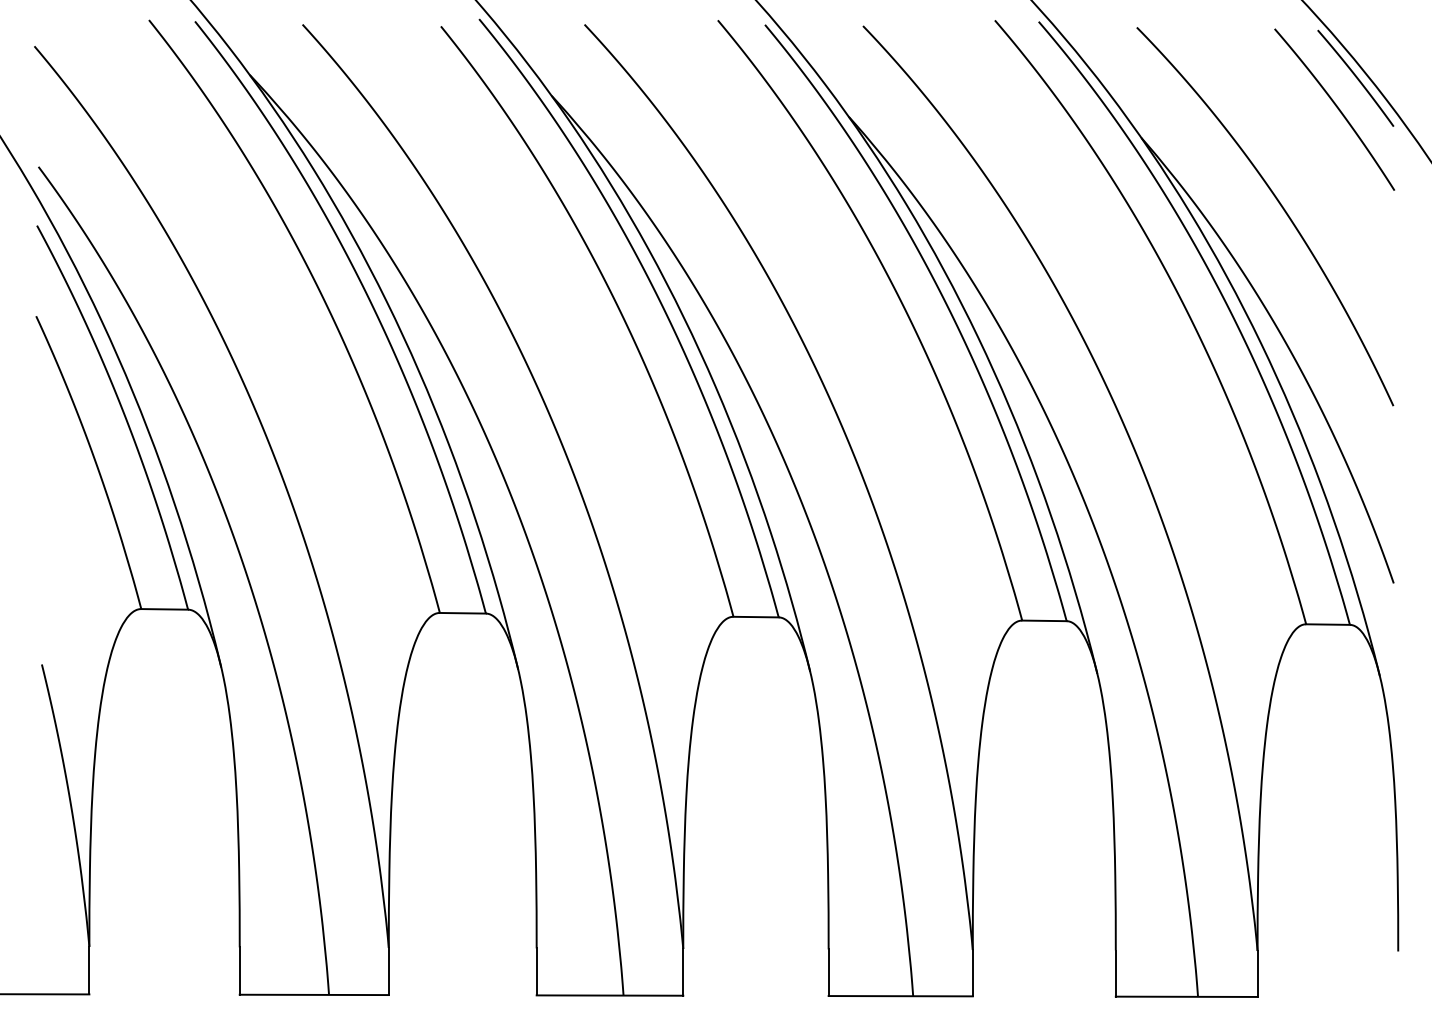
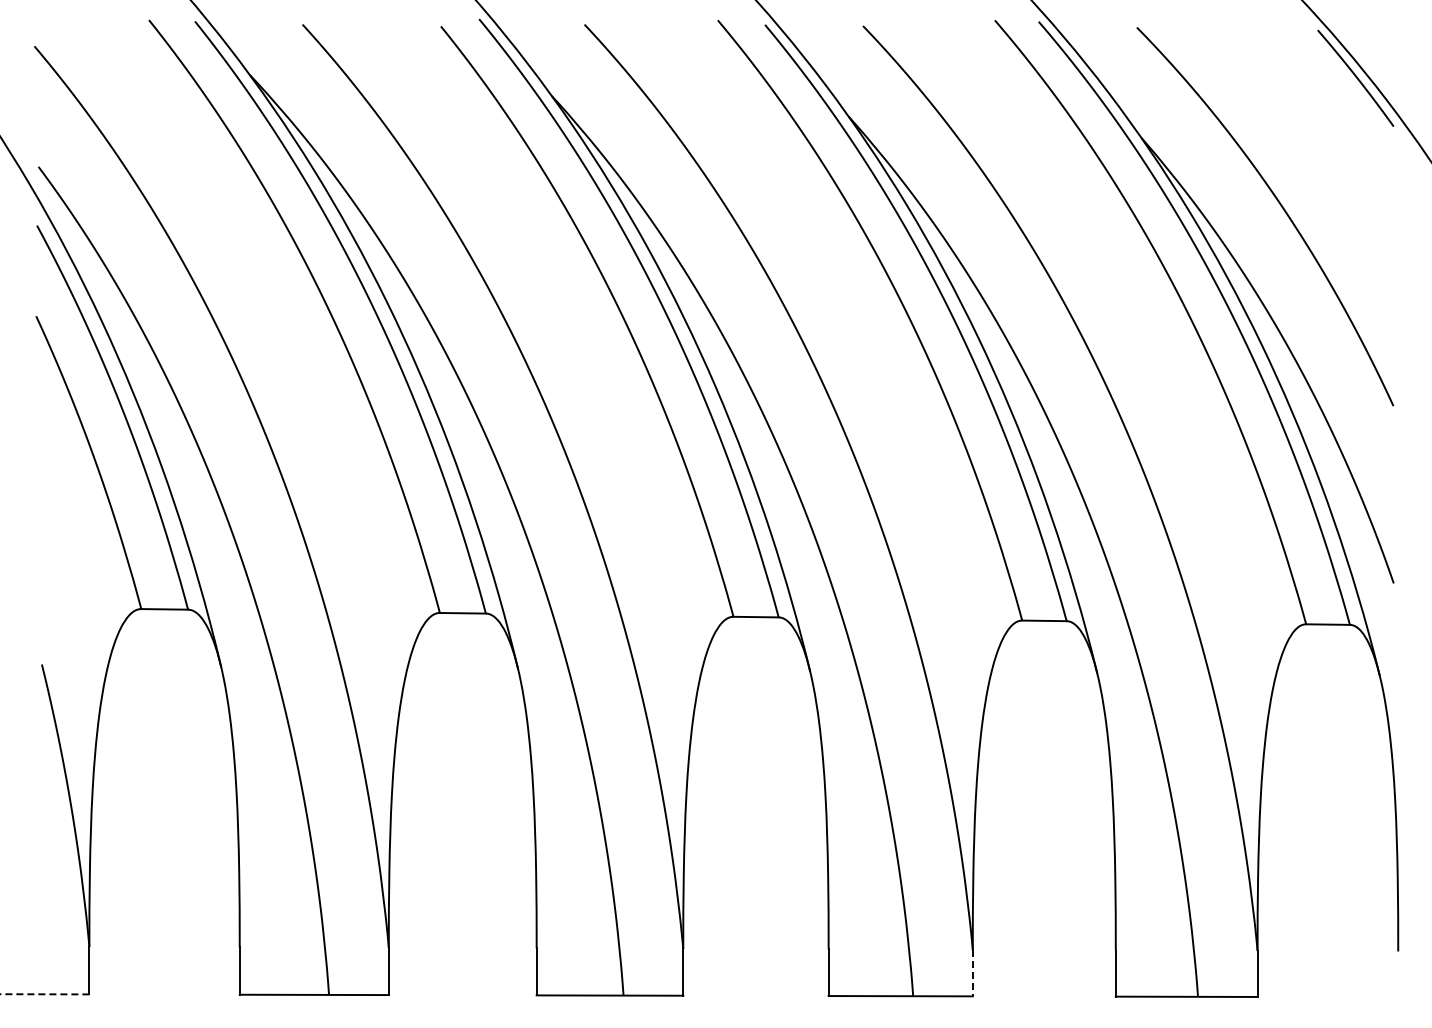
curve at (1336, 107): present -> none
line at (972, 973): solid -> dashed
line at (44, 994): solid -> dashed
